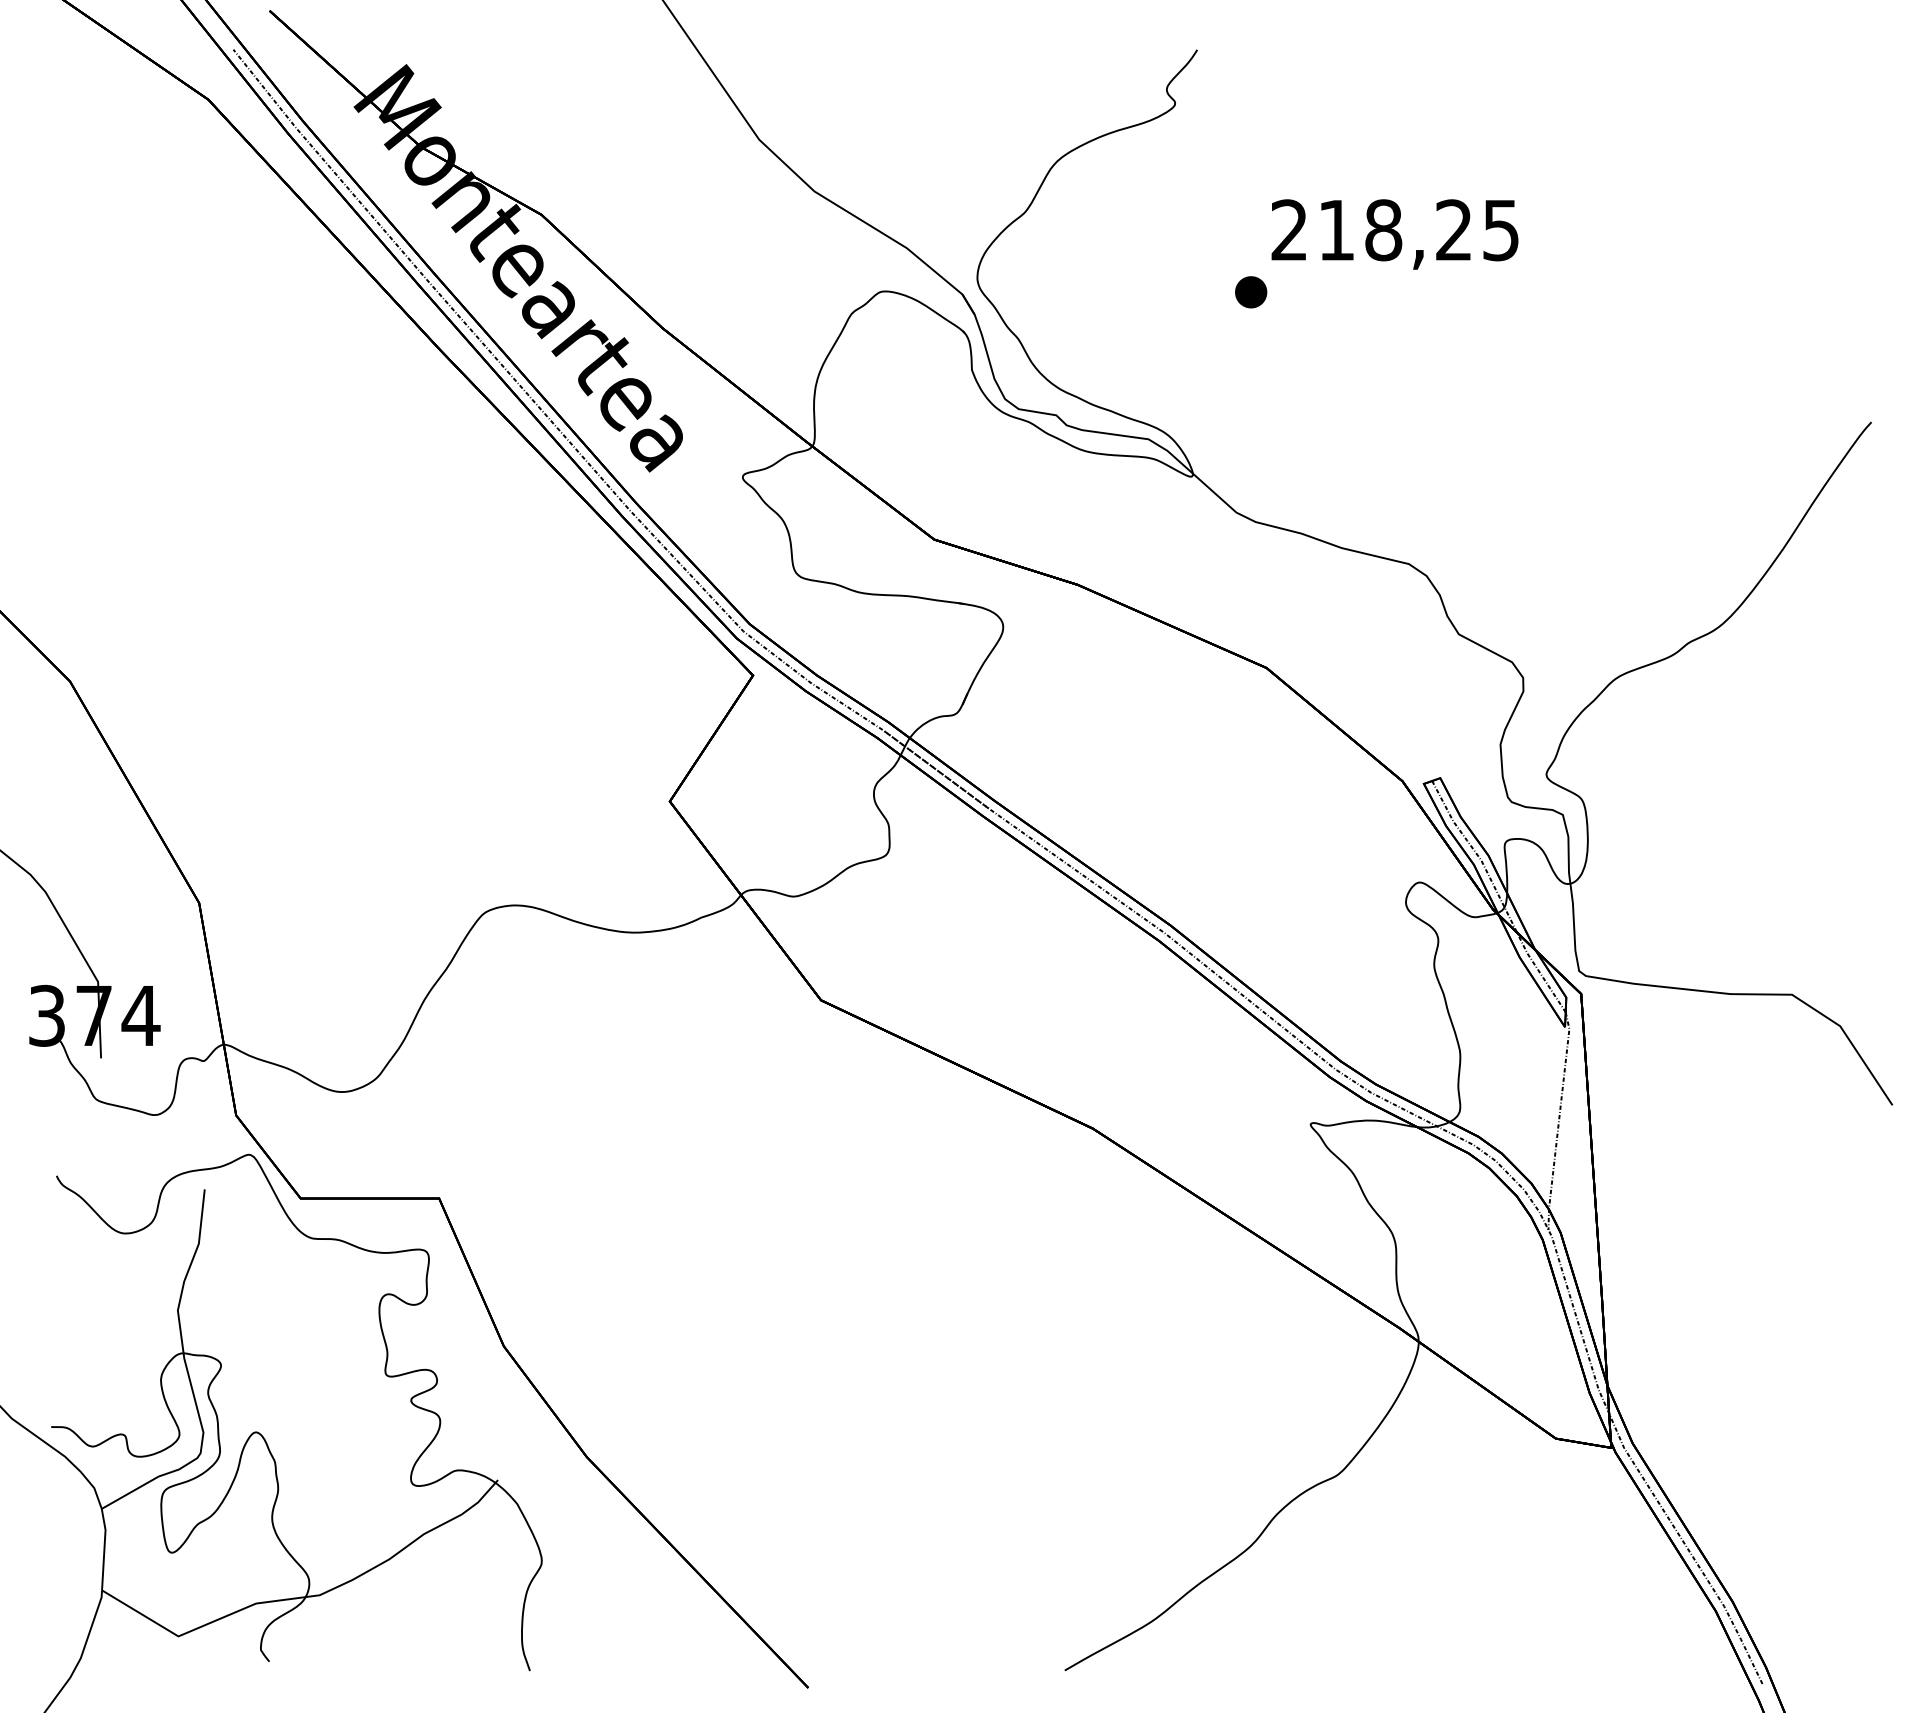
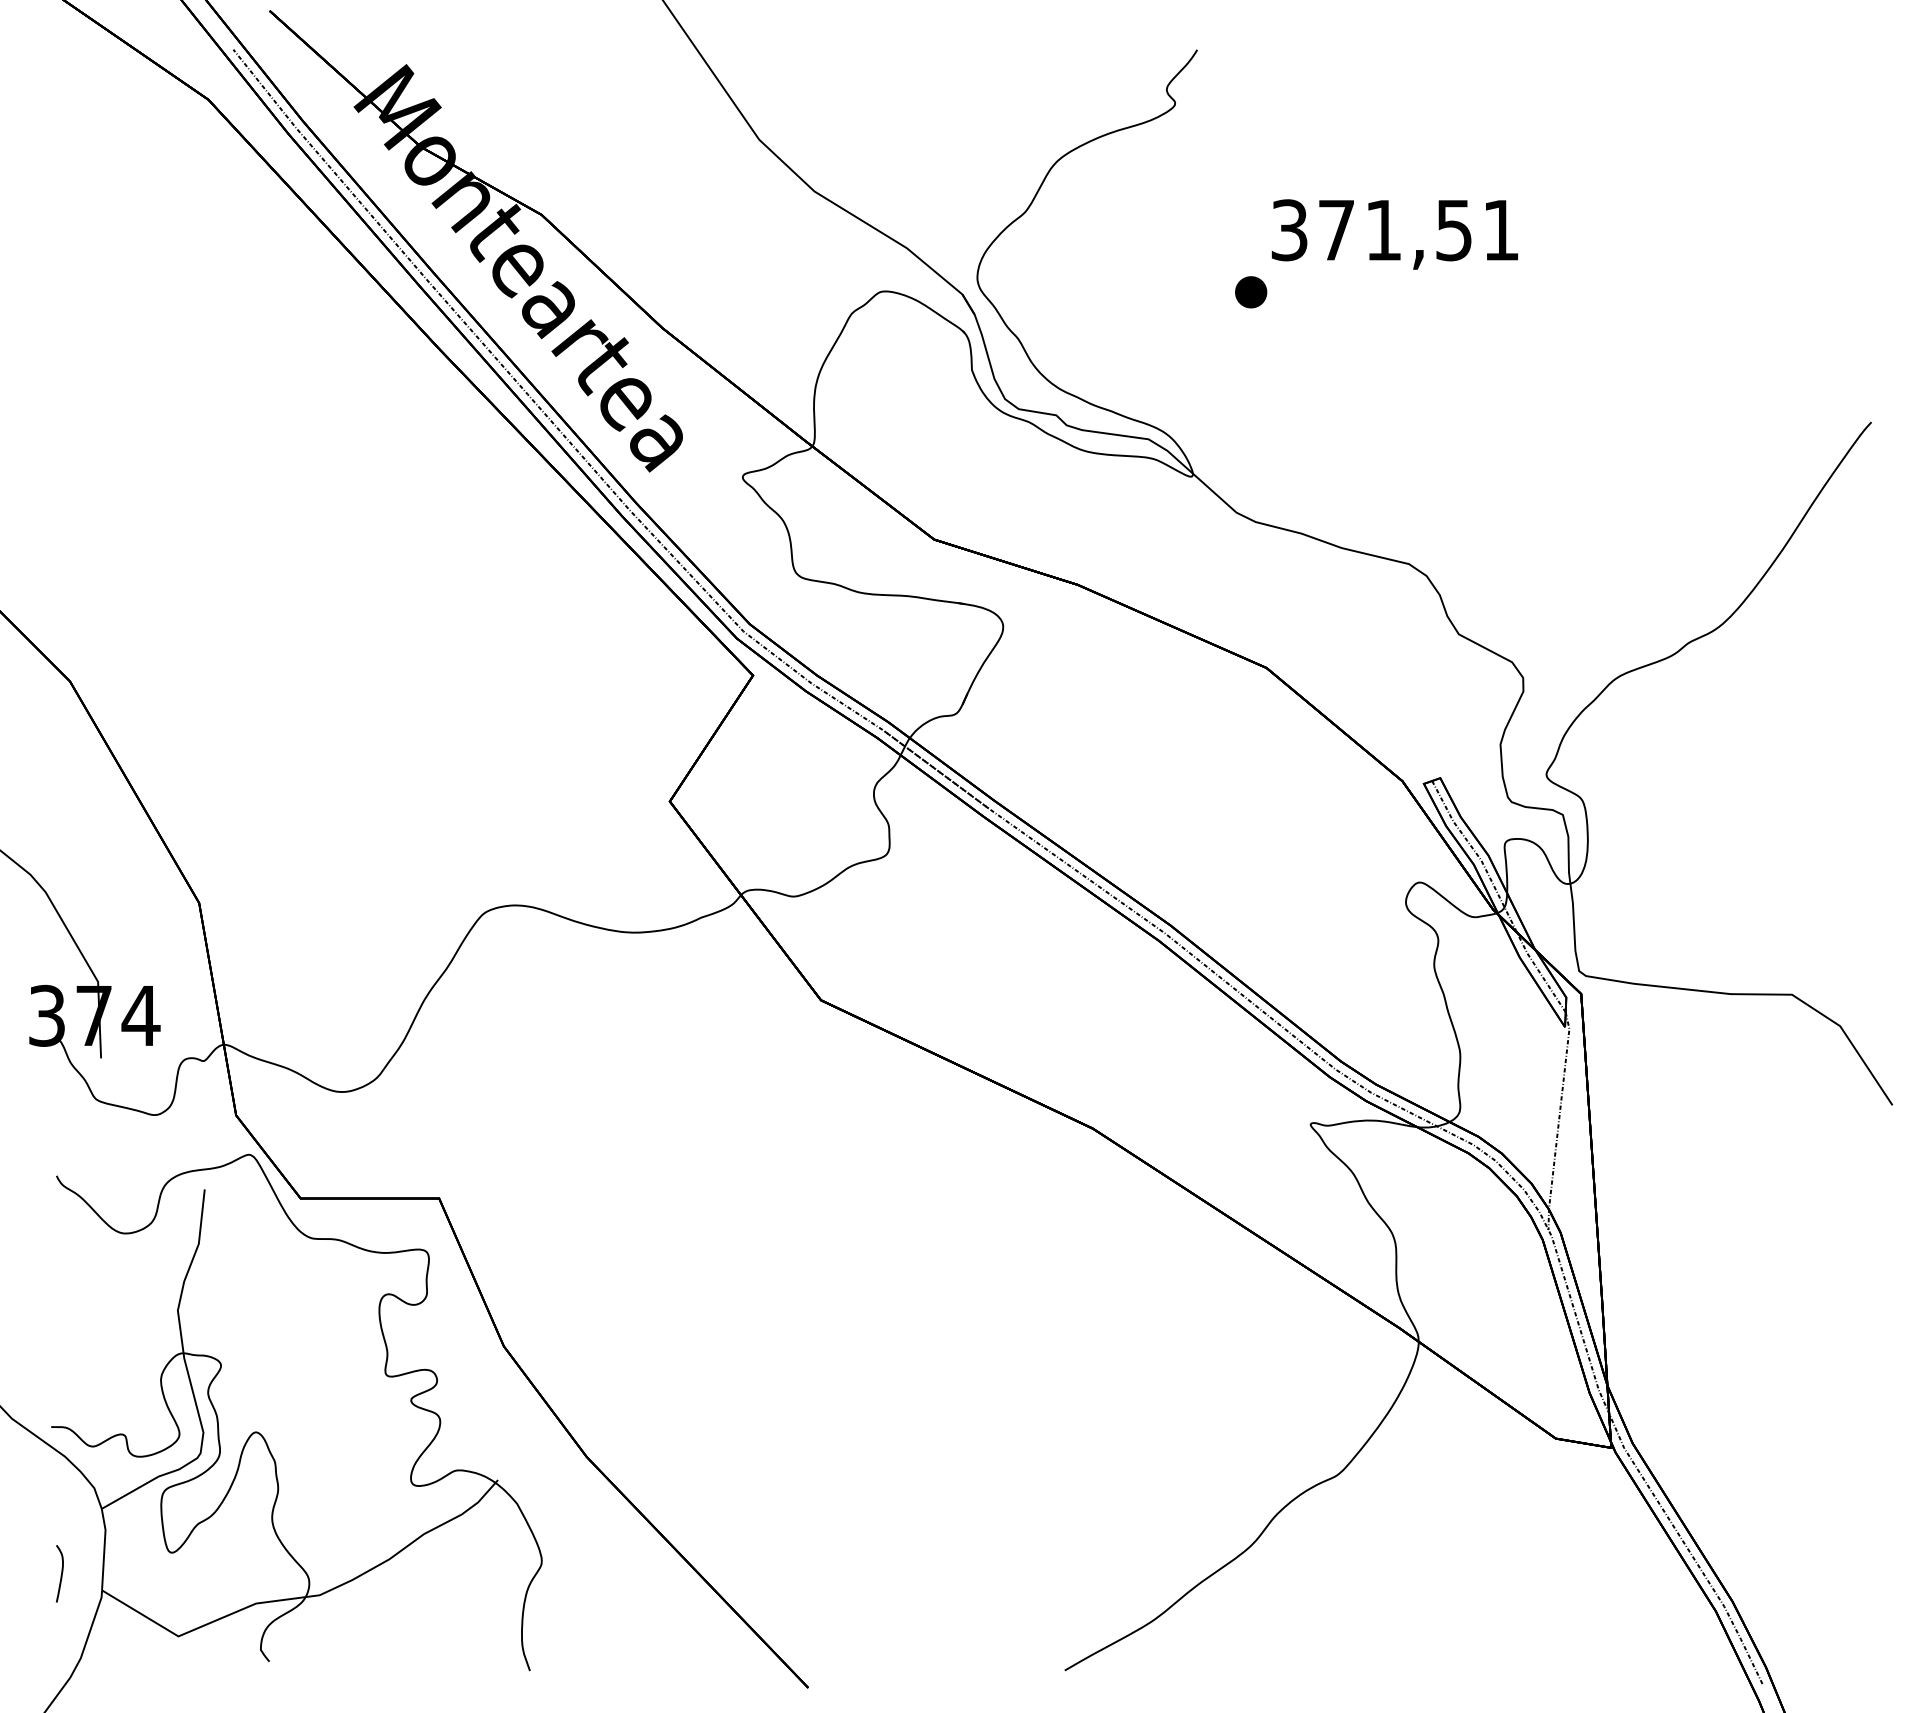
text at (1394, 230): 218,25 -> 371,51
curve at (61, 1573): none -> present
